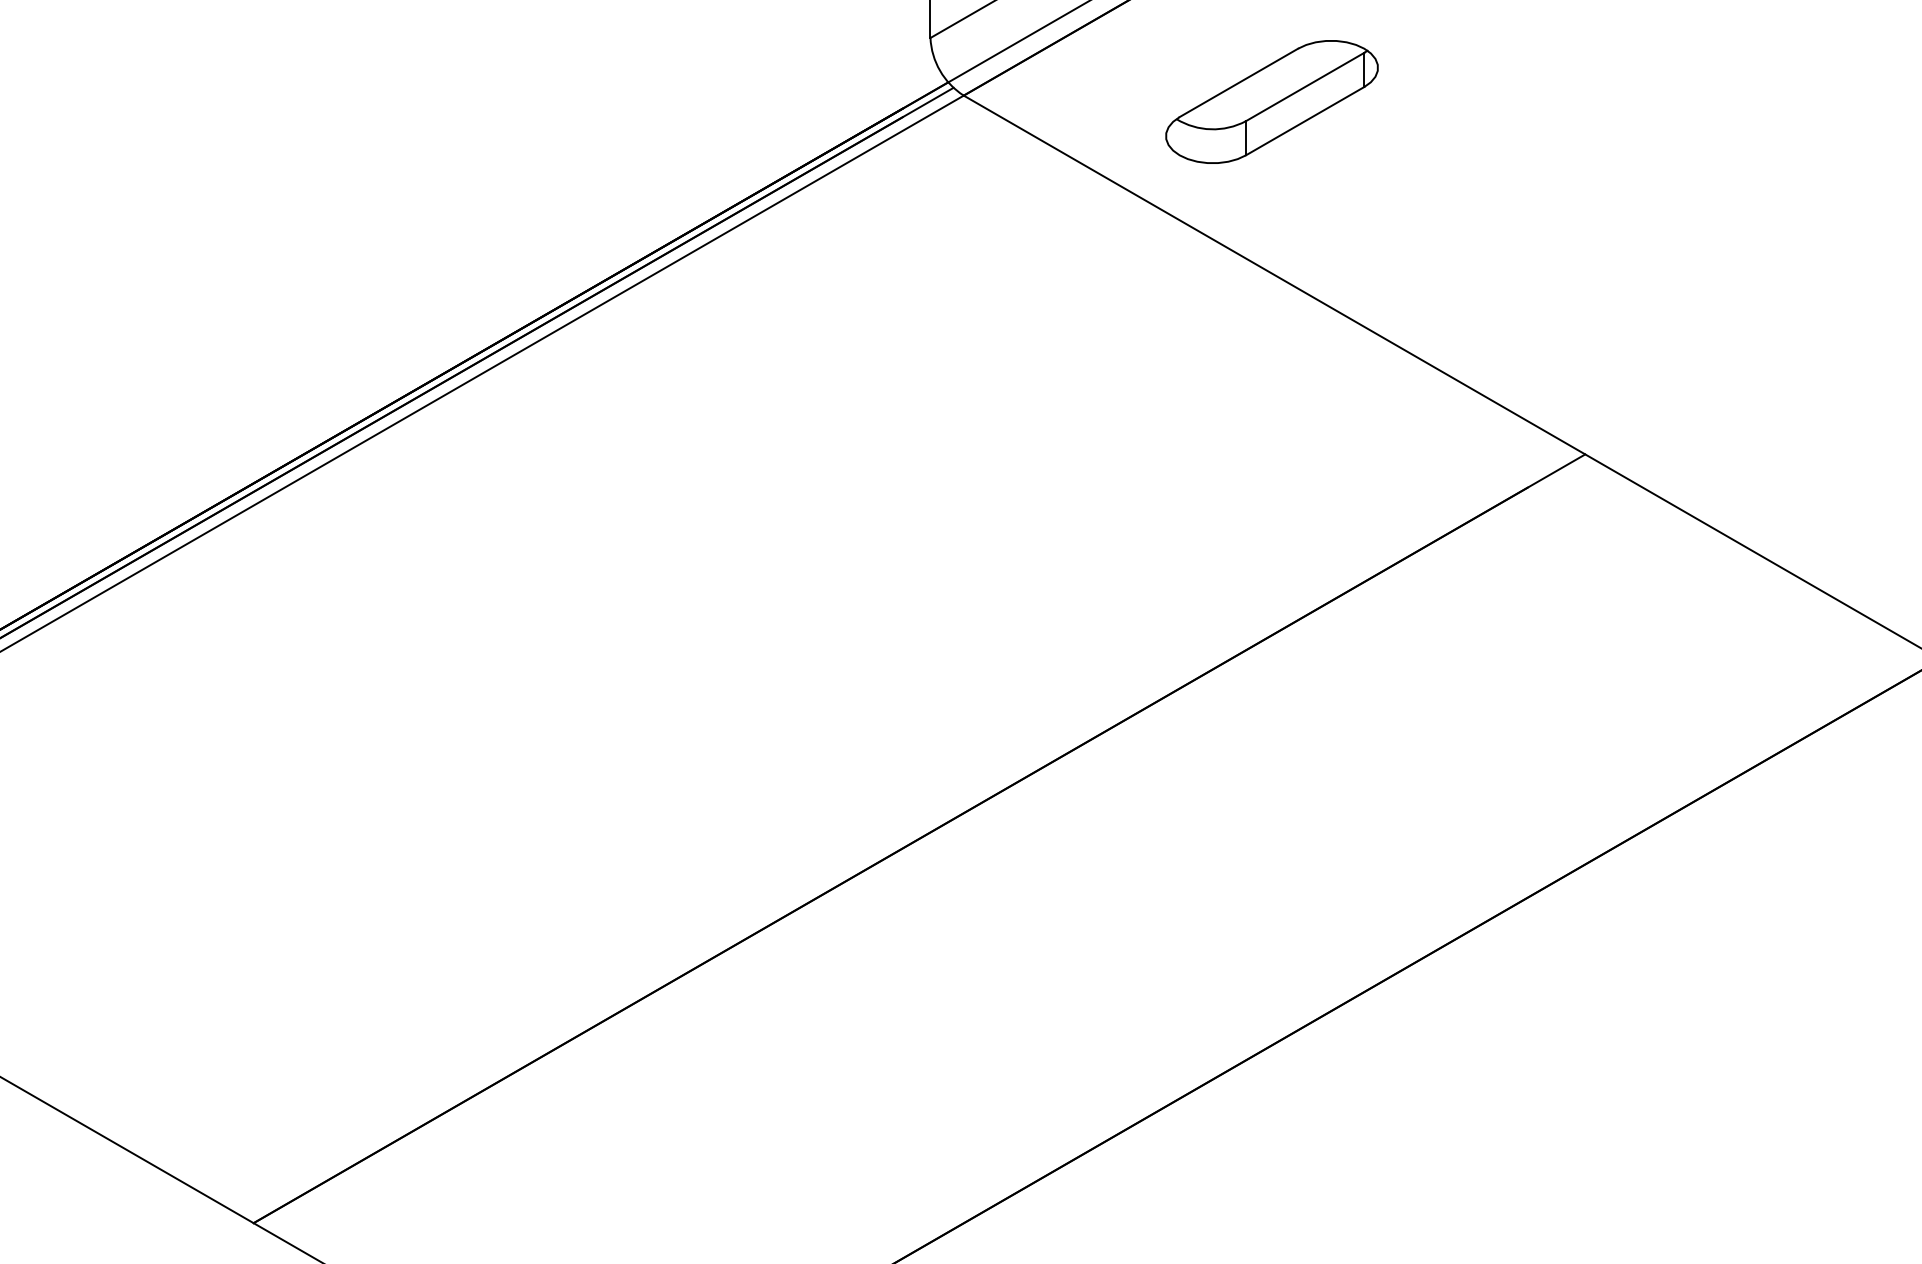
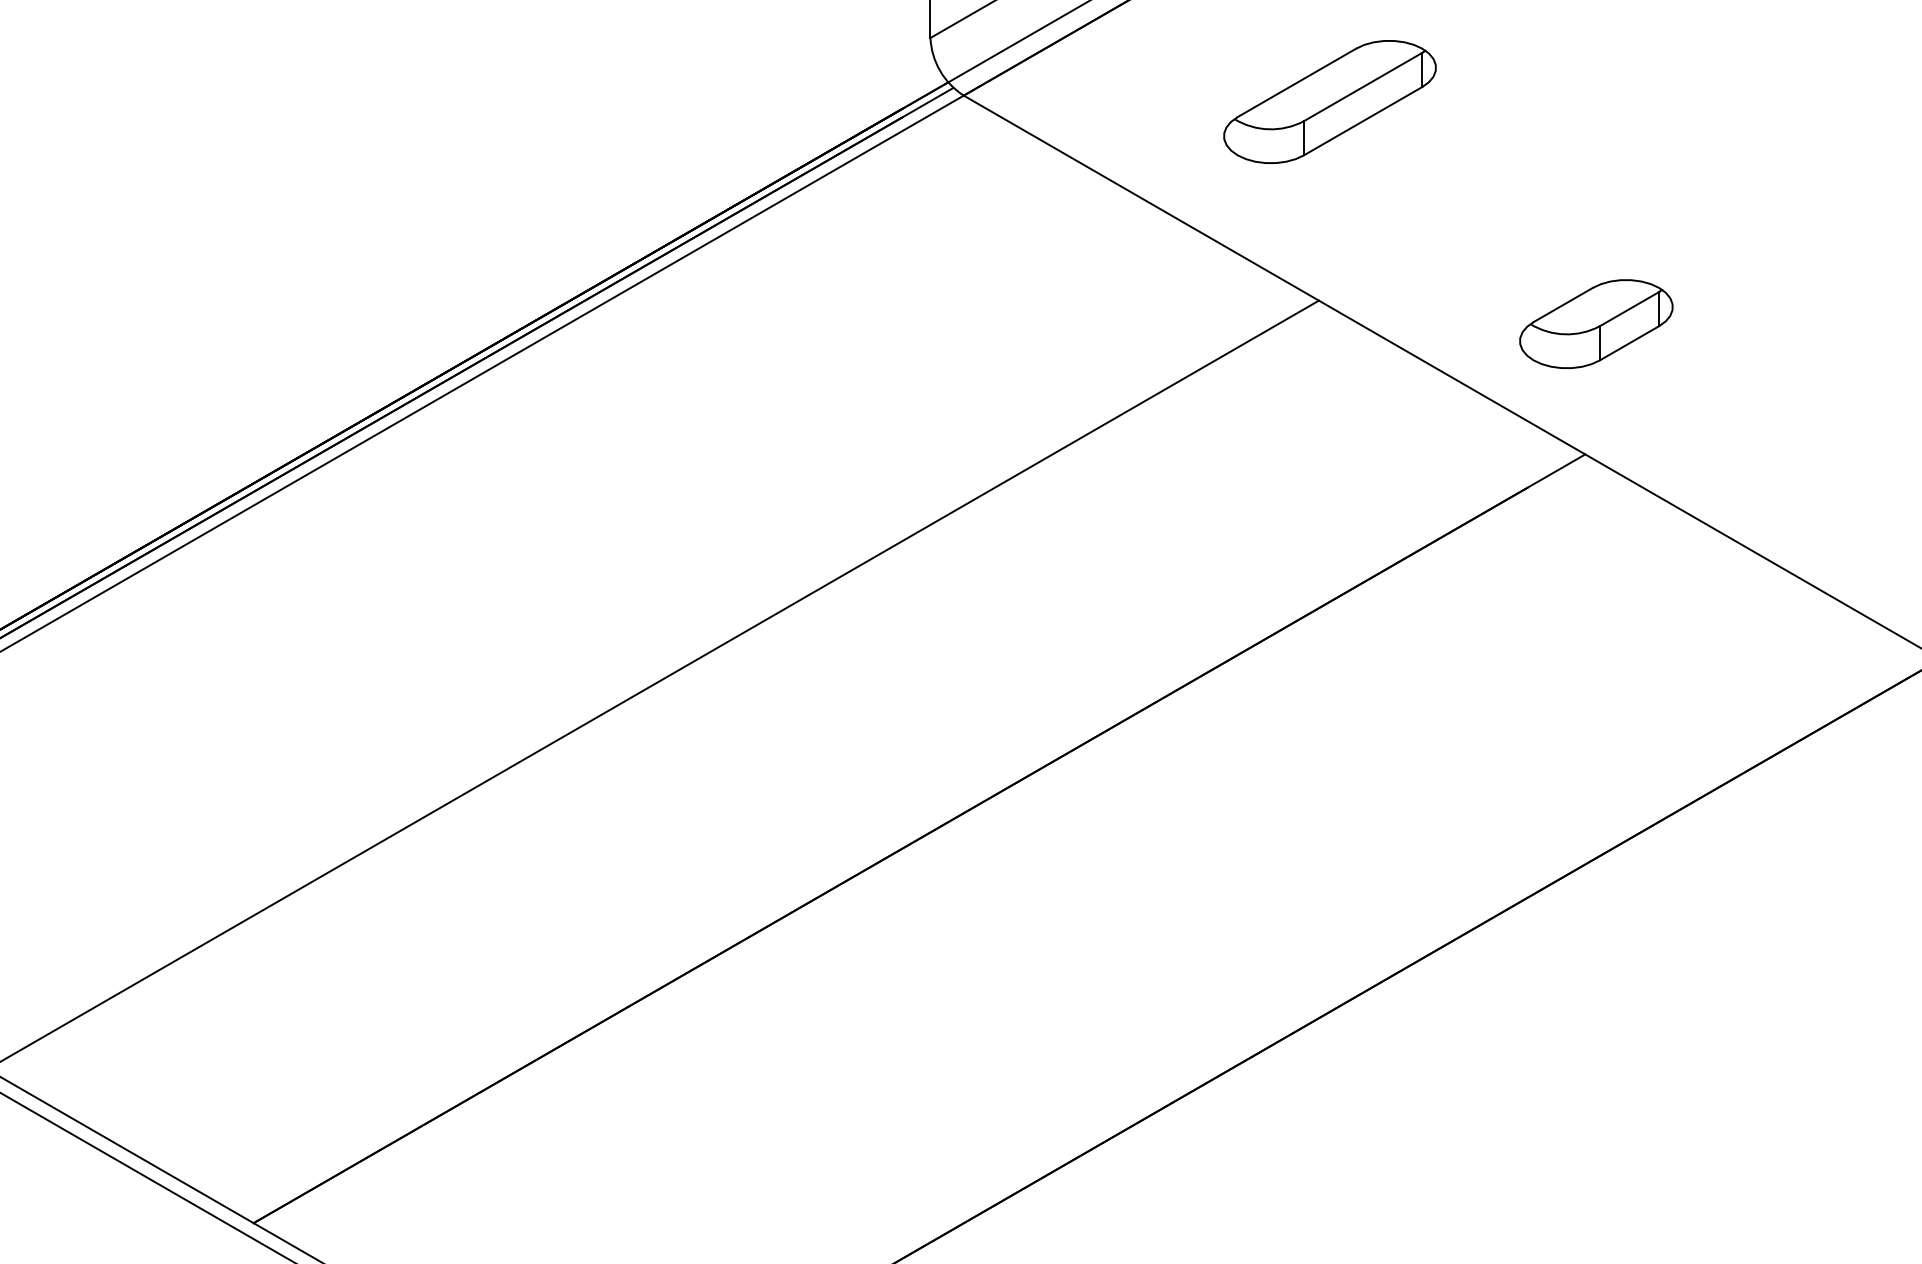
part at (1271, 101) position: (1271, 101) -> (1329, 101)
part at (1596, 323): none -> present
line at (660, 680): none -> present
line at (146, 1176): none -> present
